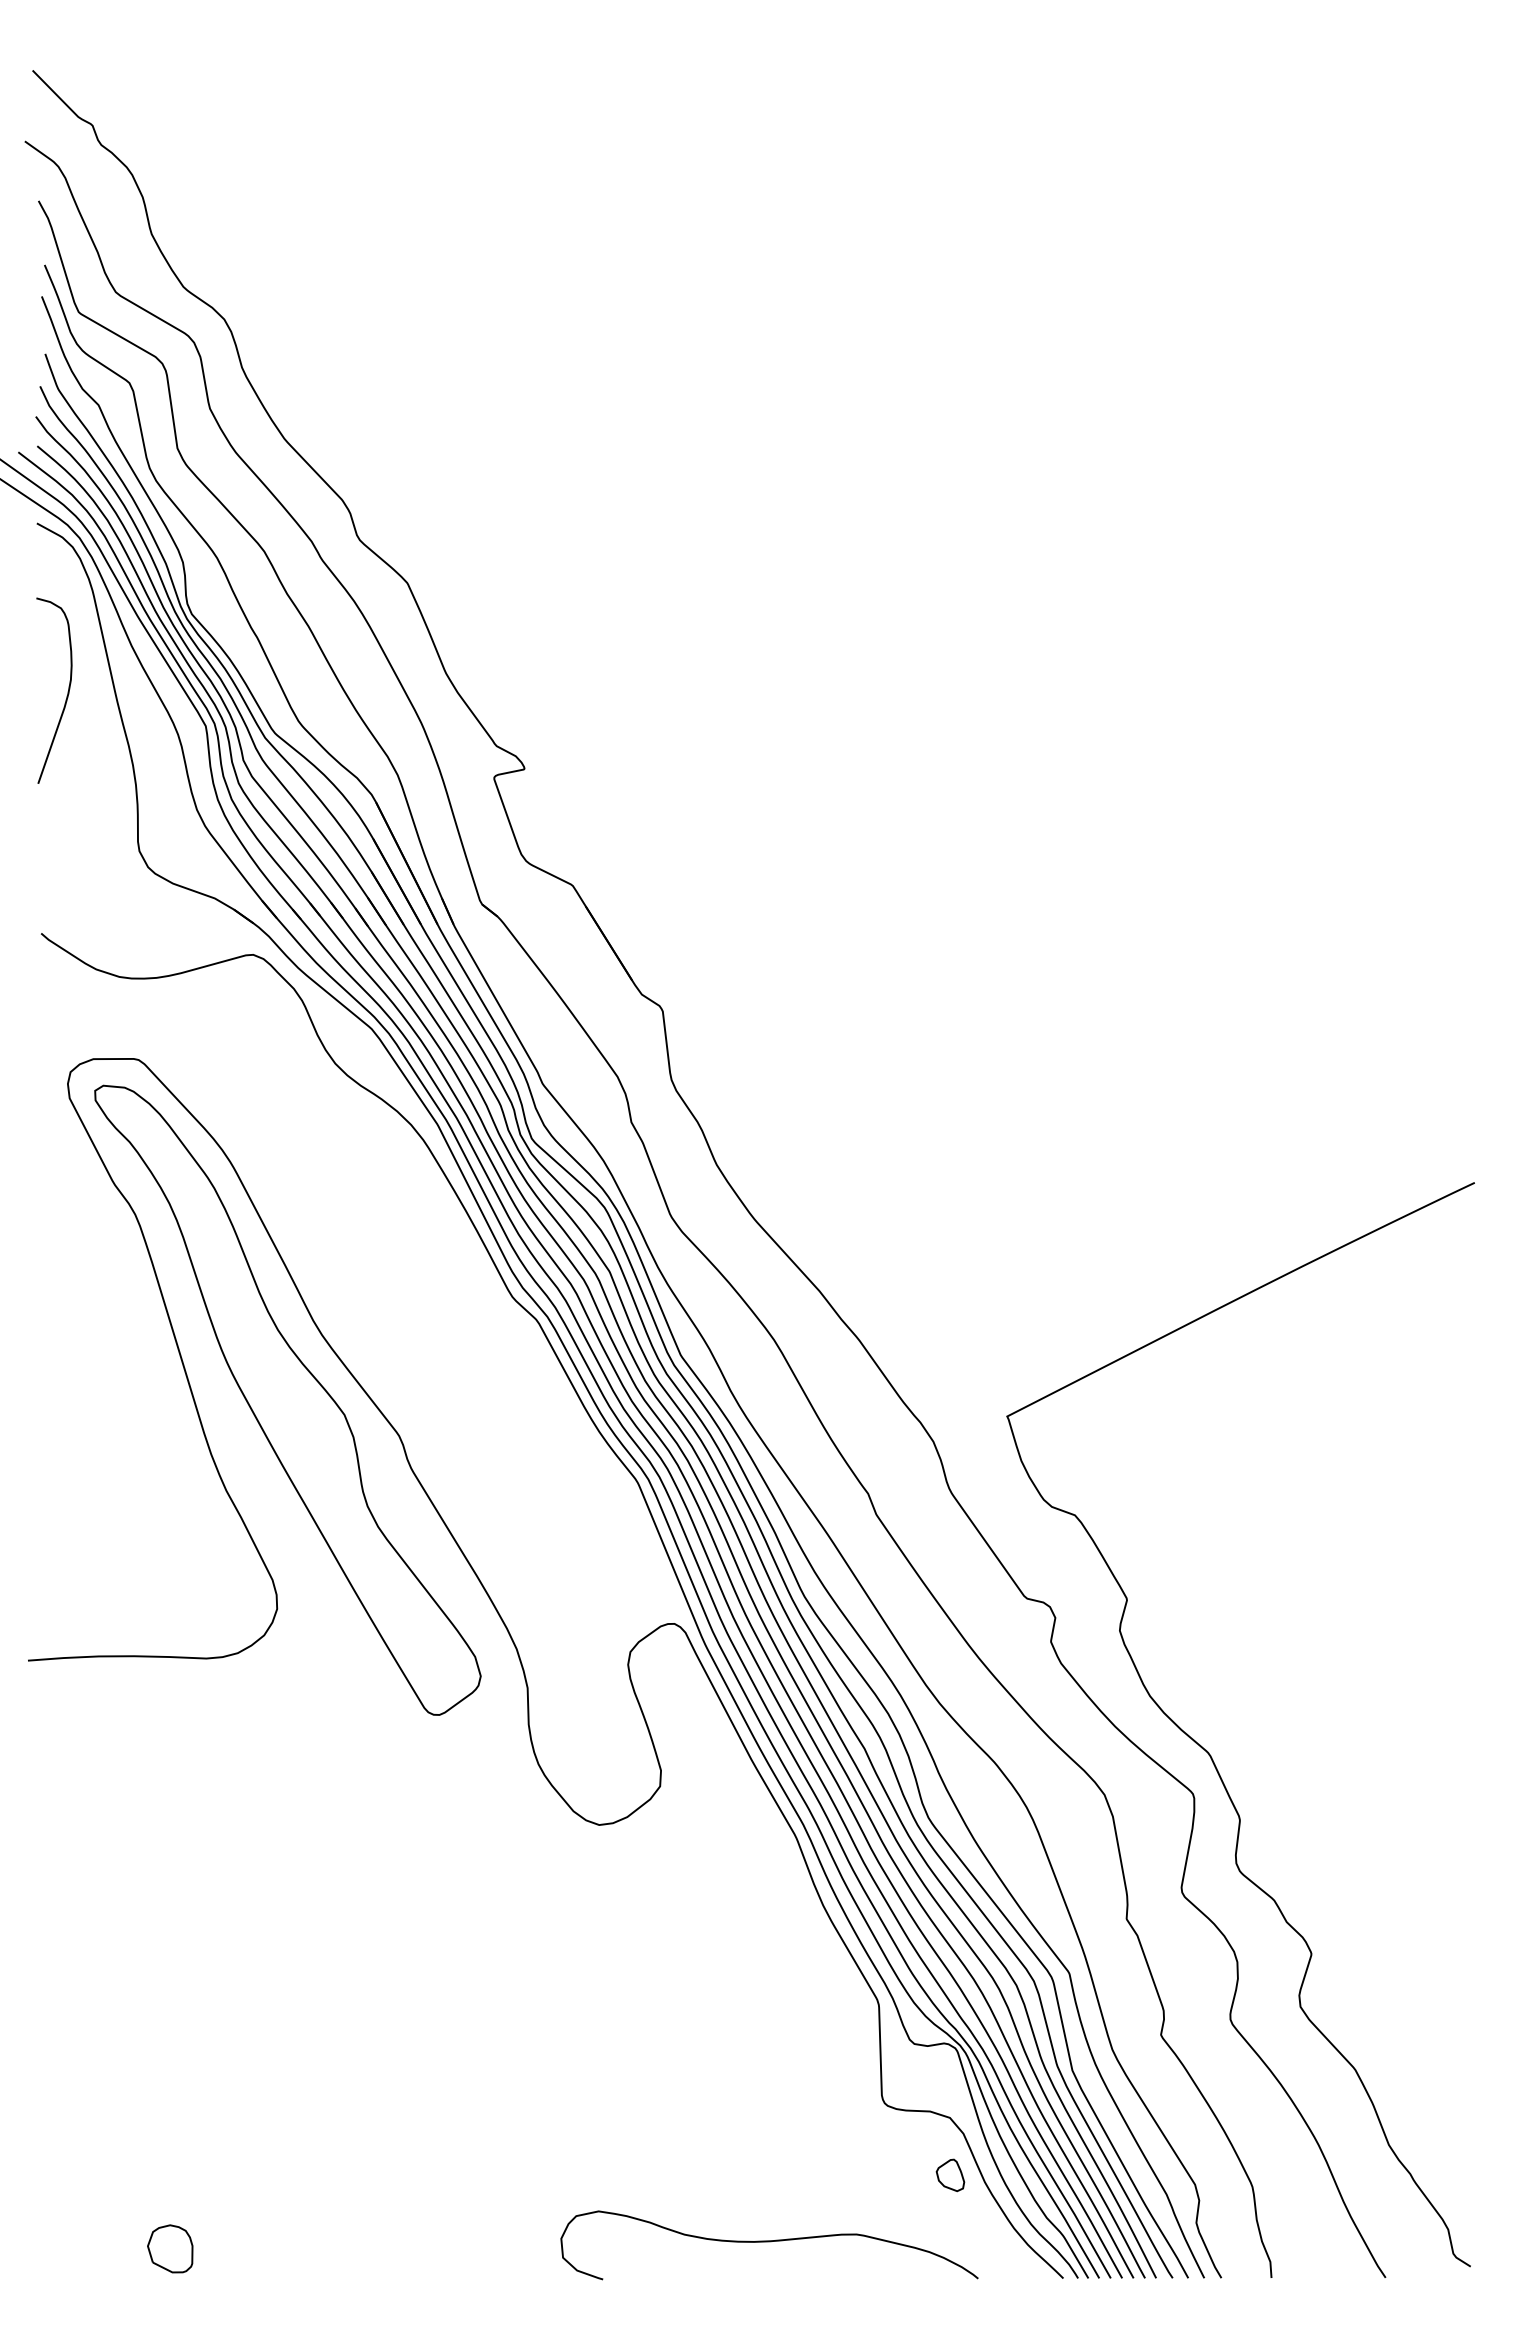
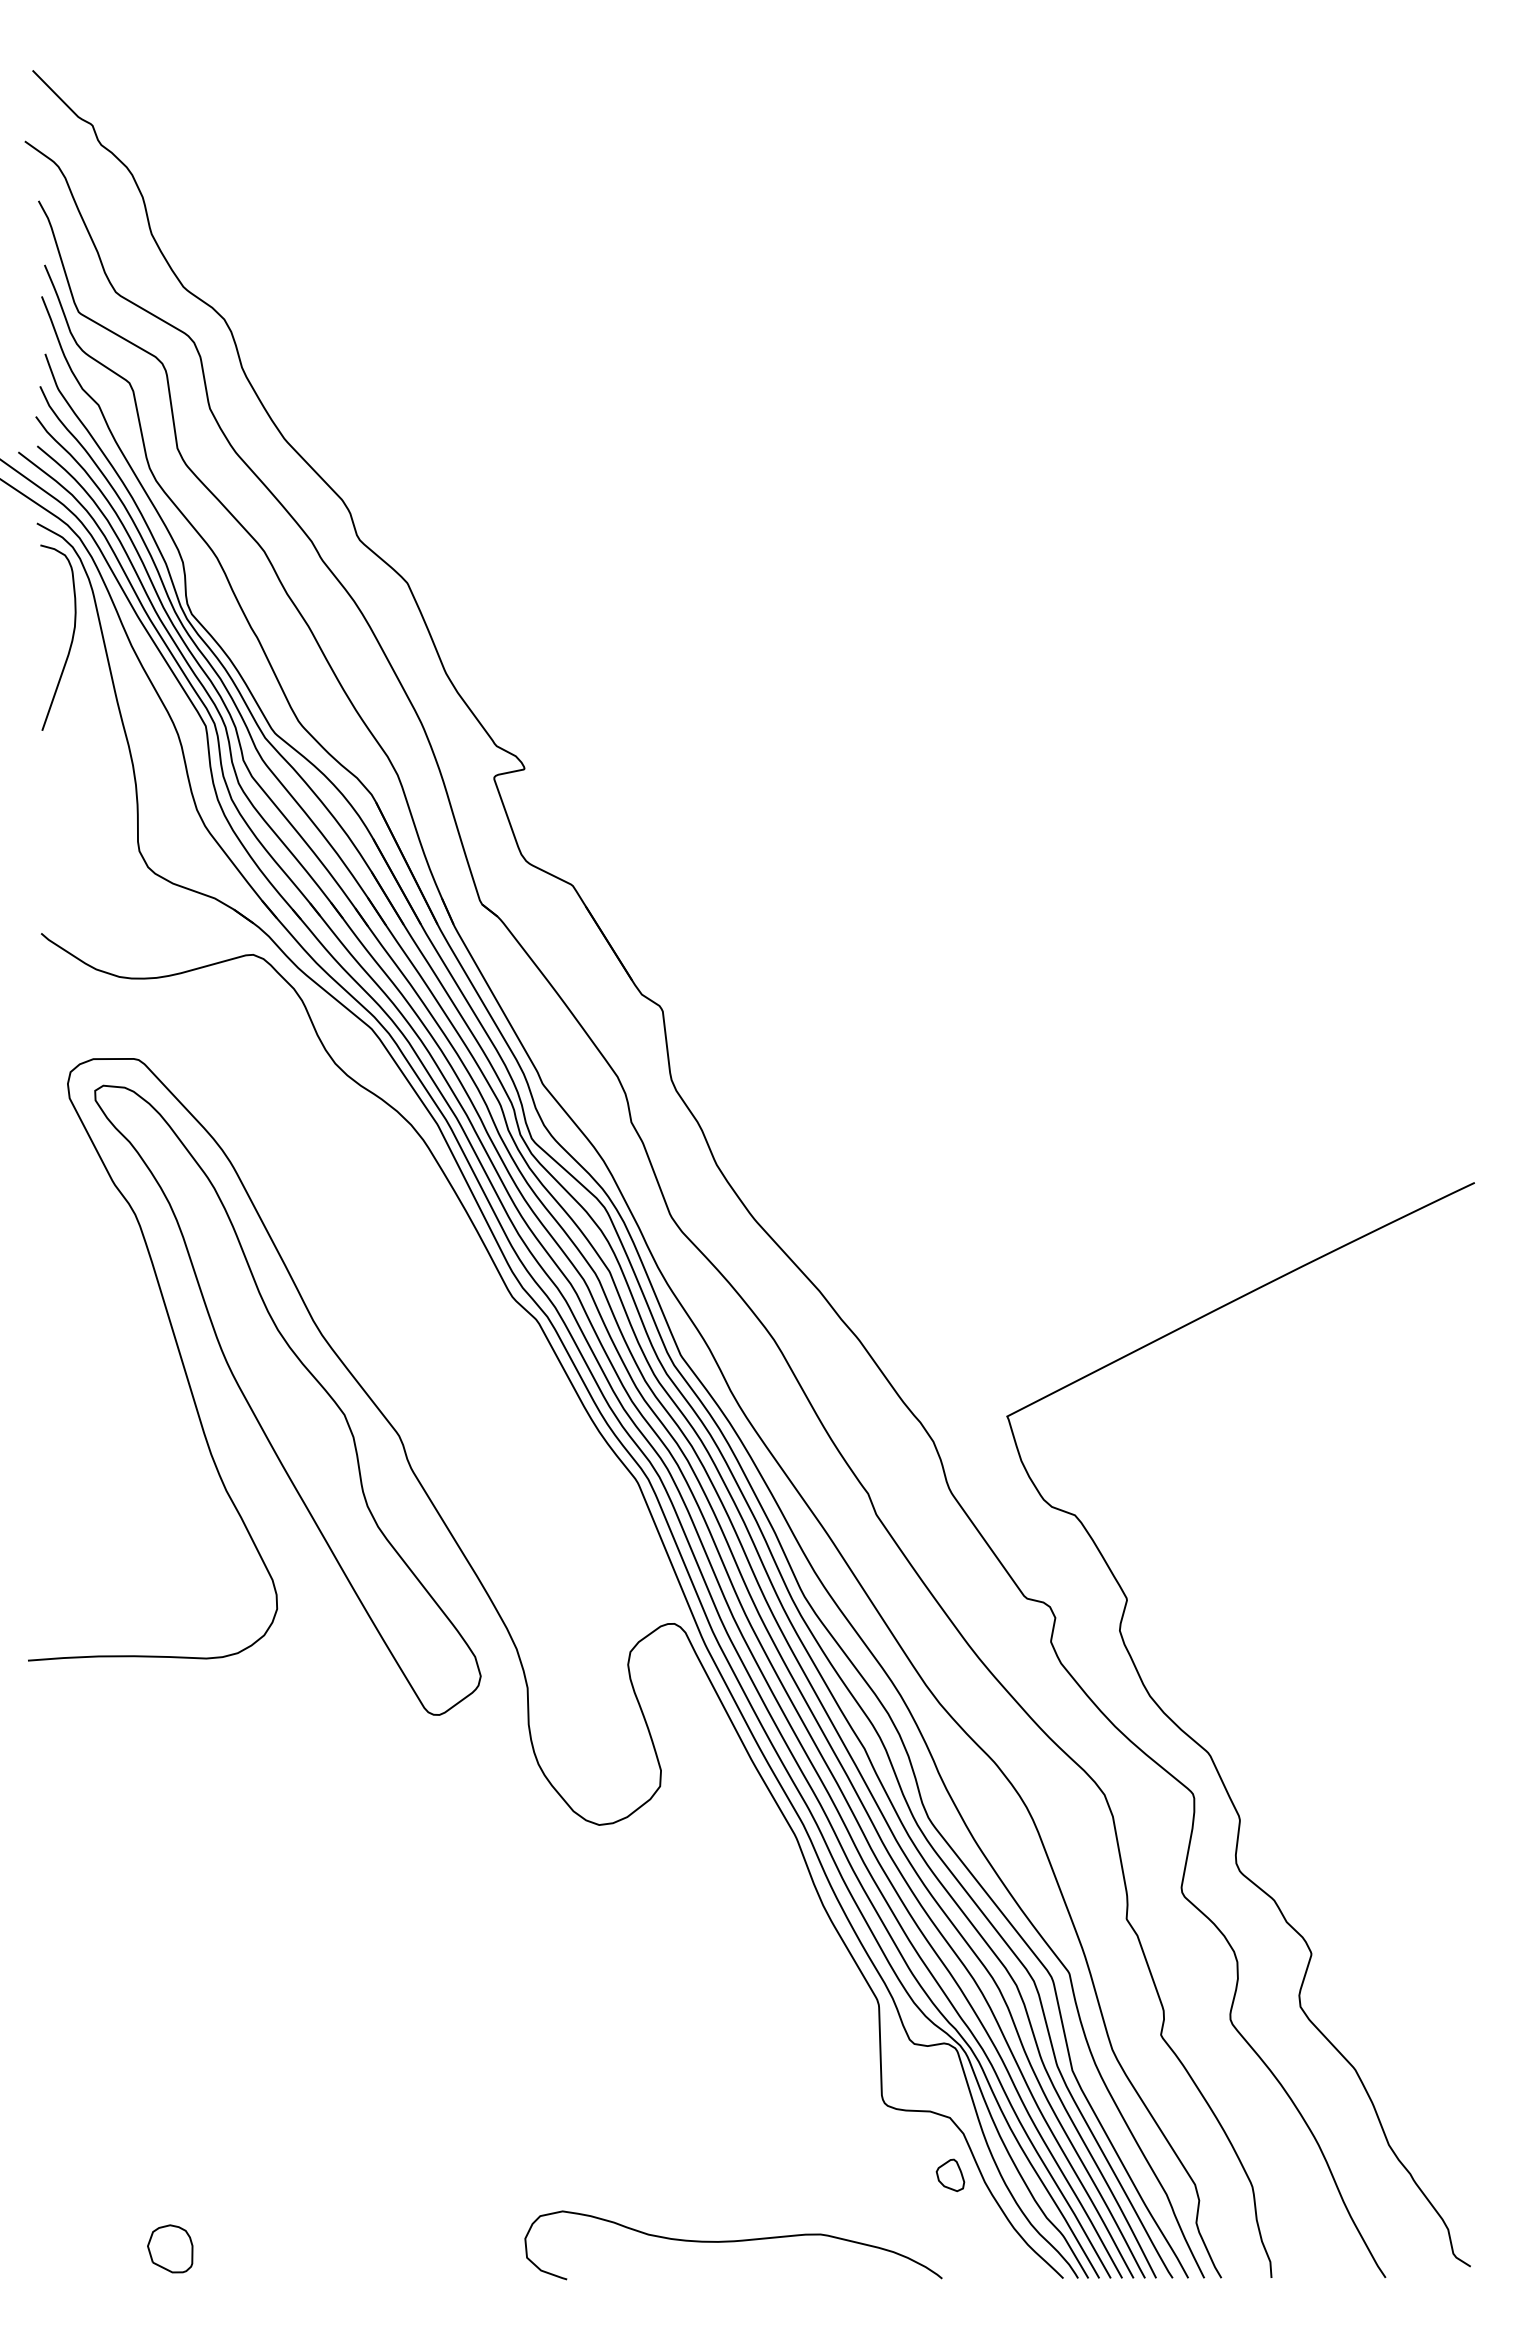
curve at (67, 691) position: (67, 691) -> (71, 638)
curve at (769, 2242) position: (769, 2242) -> (733, 2242)
